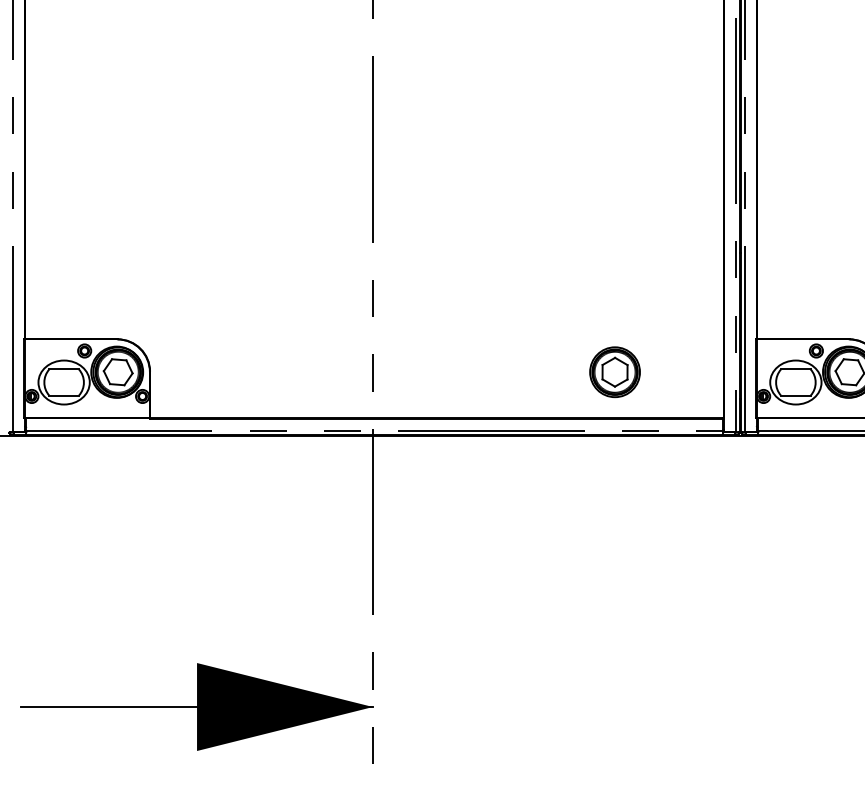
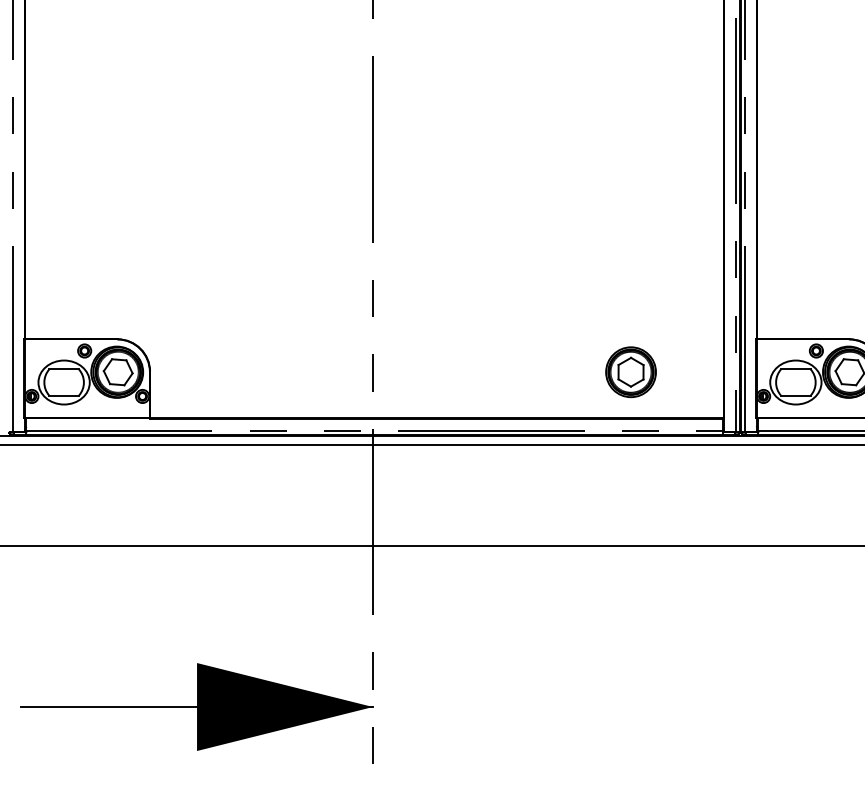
part at (614, 372) position: (614, 372) -> (630, 372)
line at (431, 444): none -> present
line at (431, 546): none -> present
